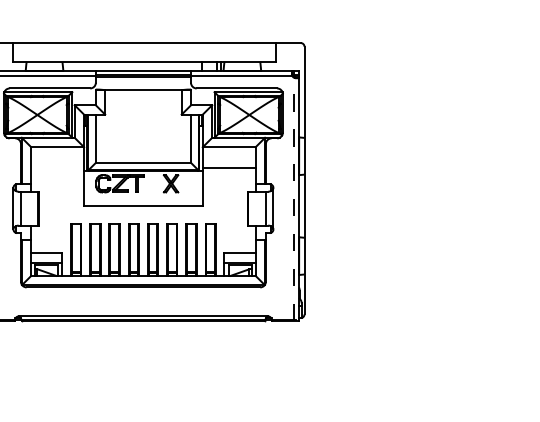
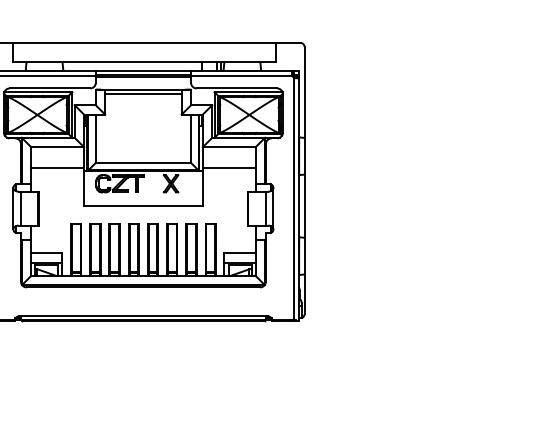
line at (143, 94): none -> present
line at (57, 167): none -> present
line at (294, 199): dashed -> solid
